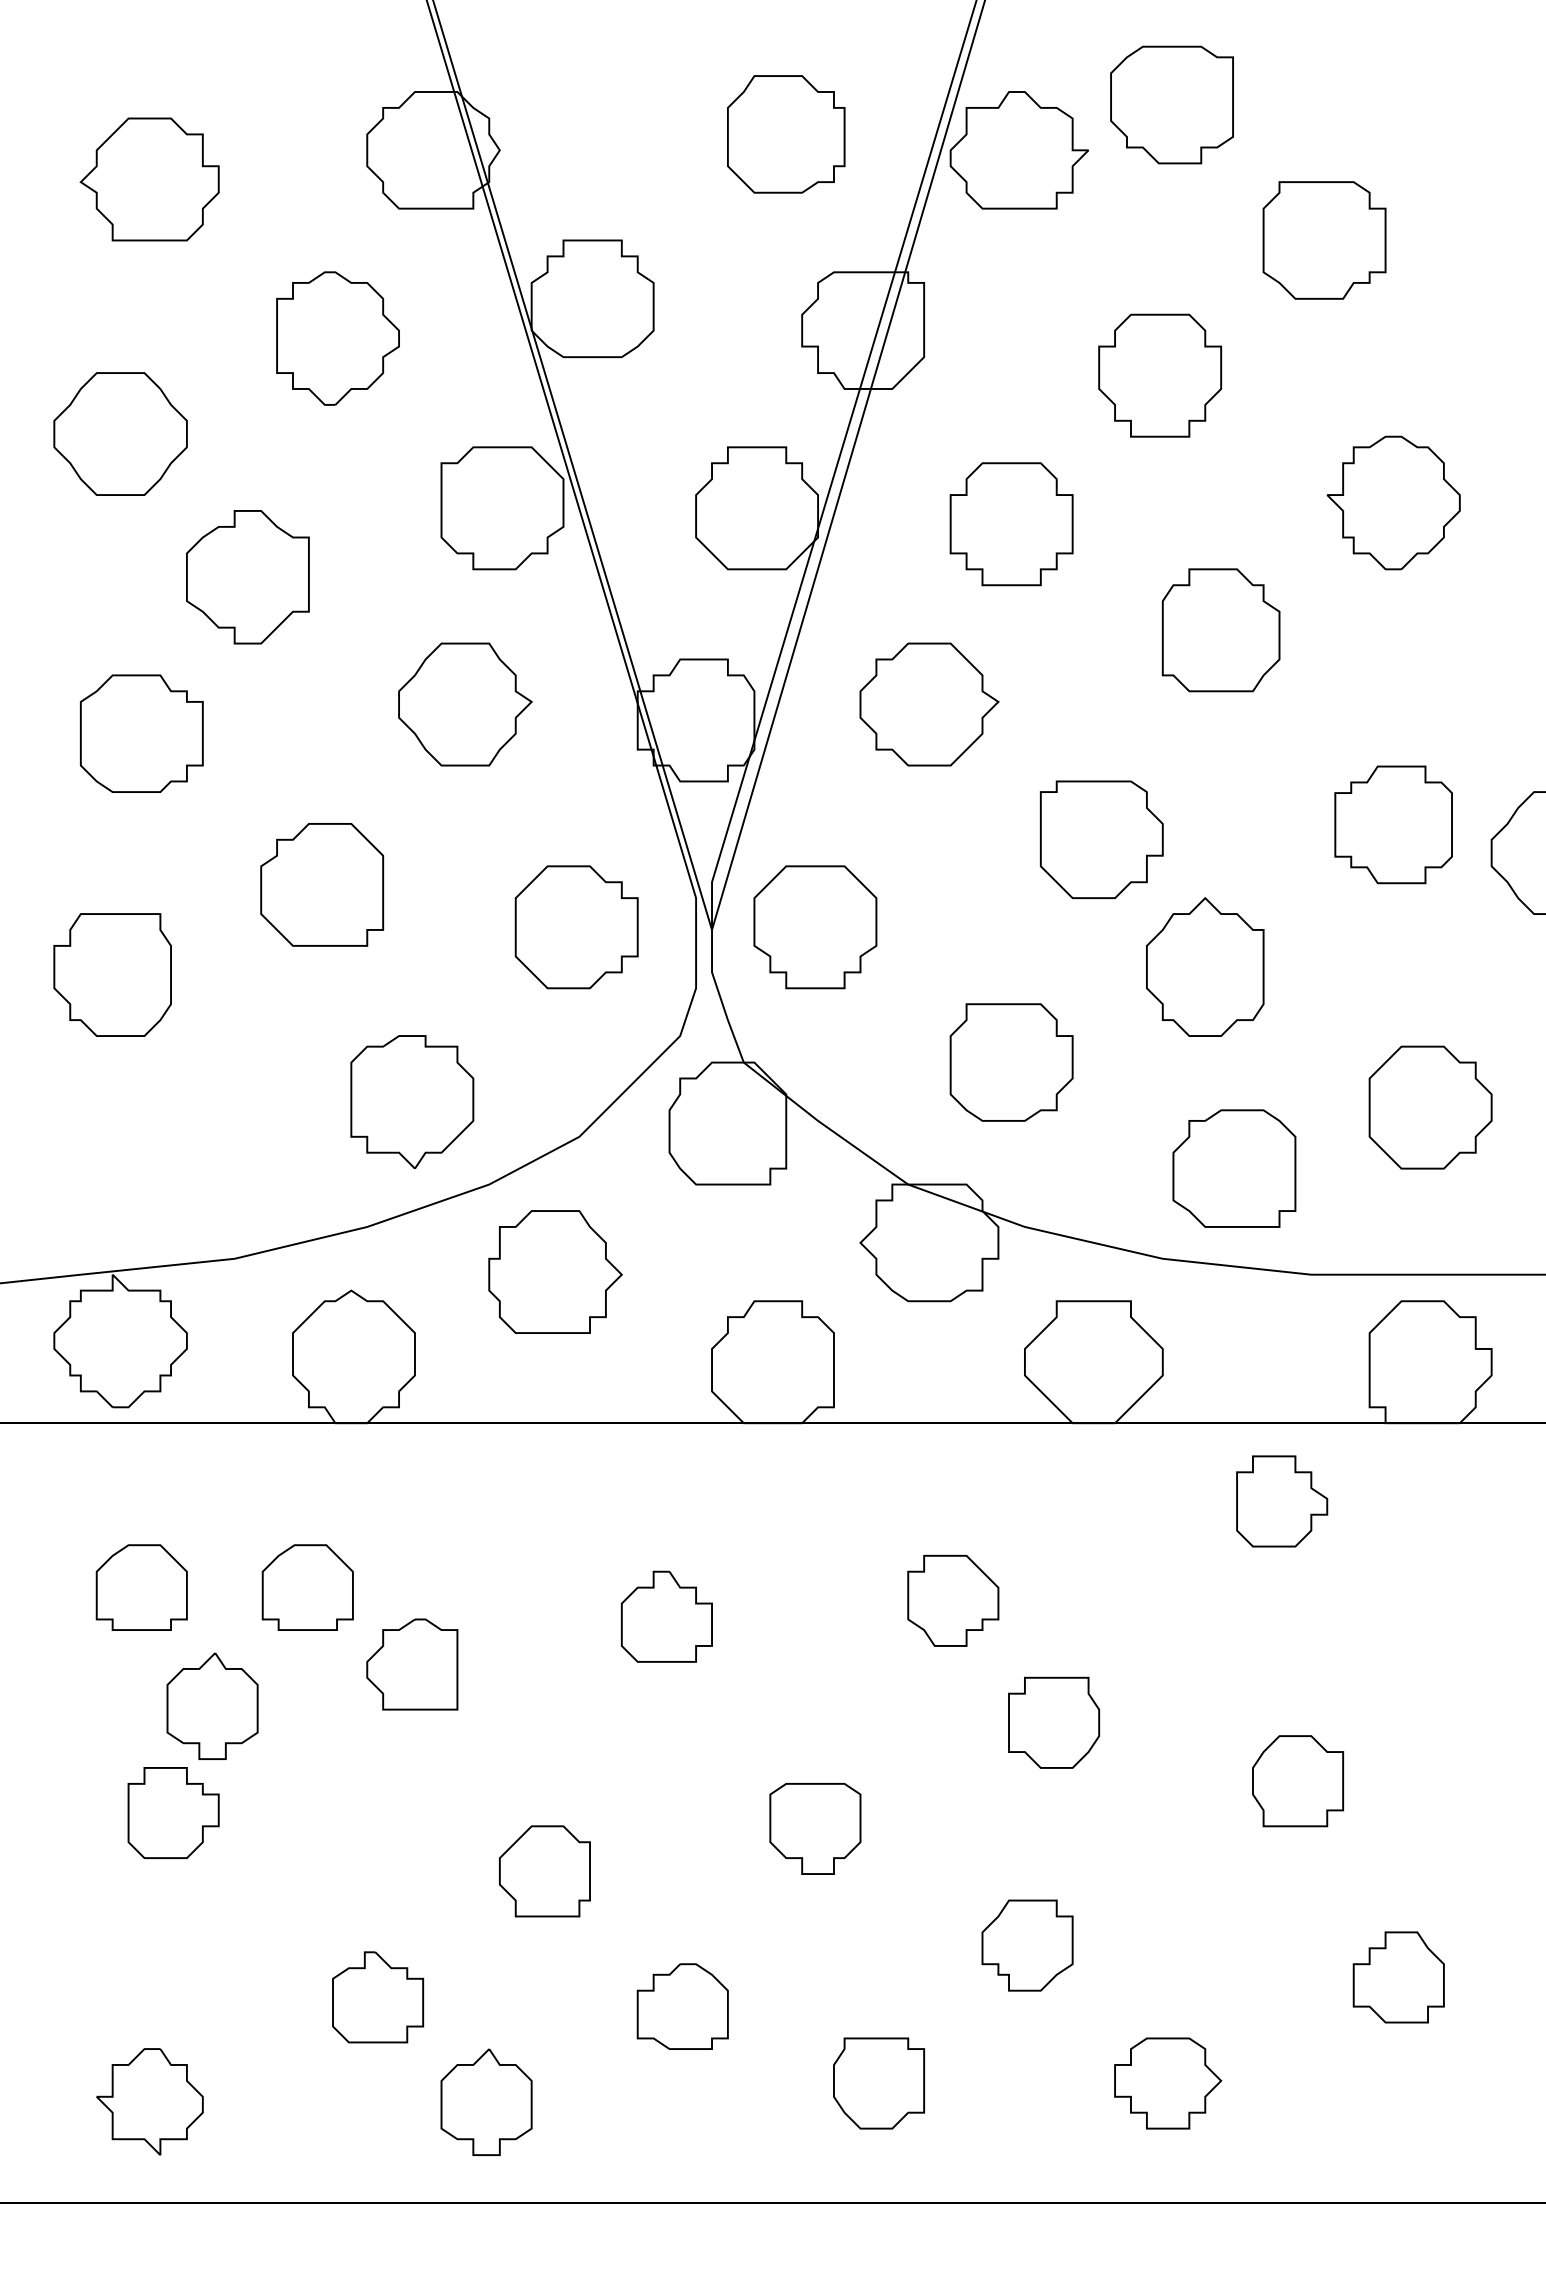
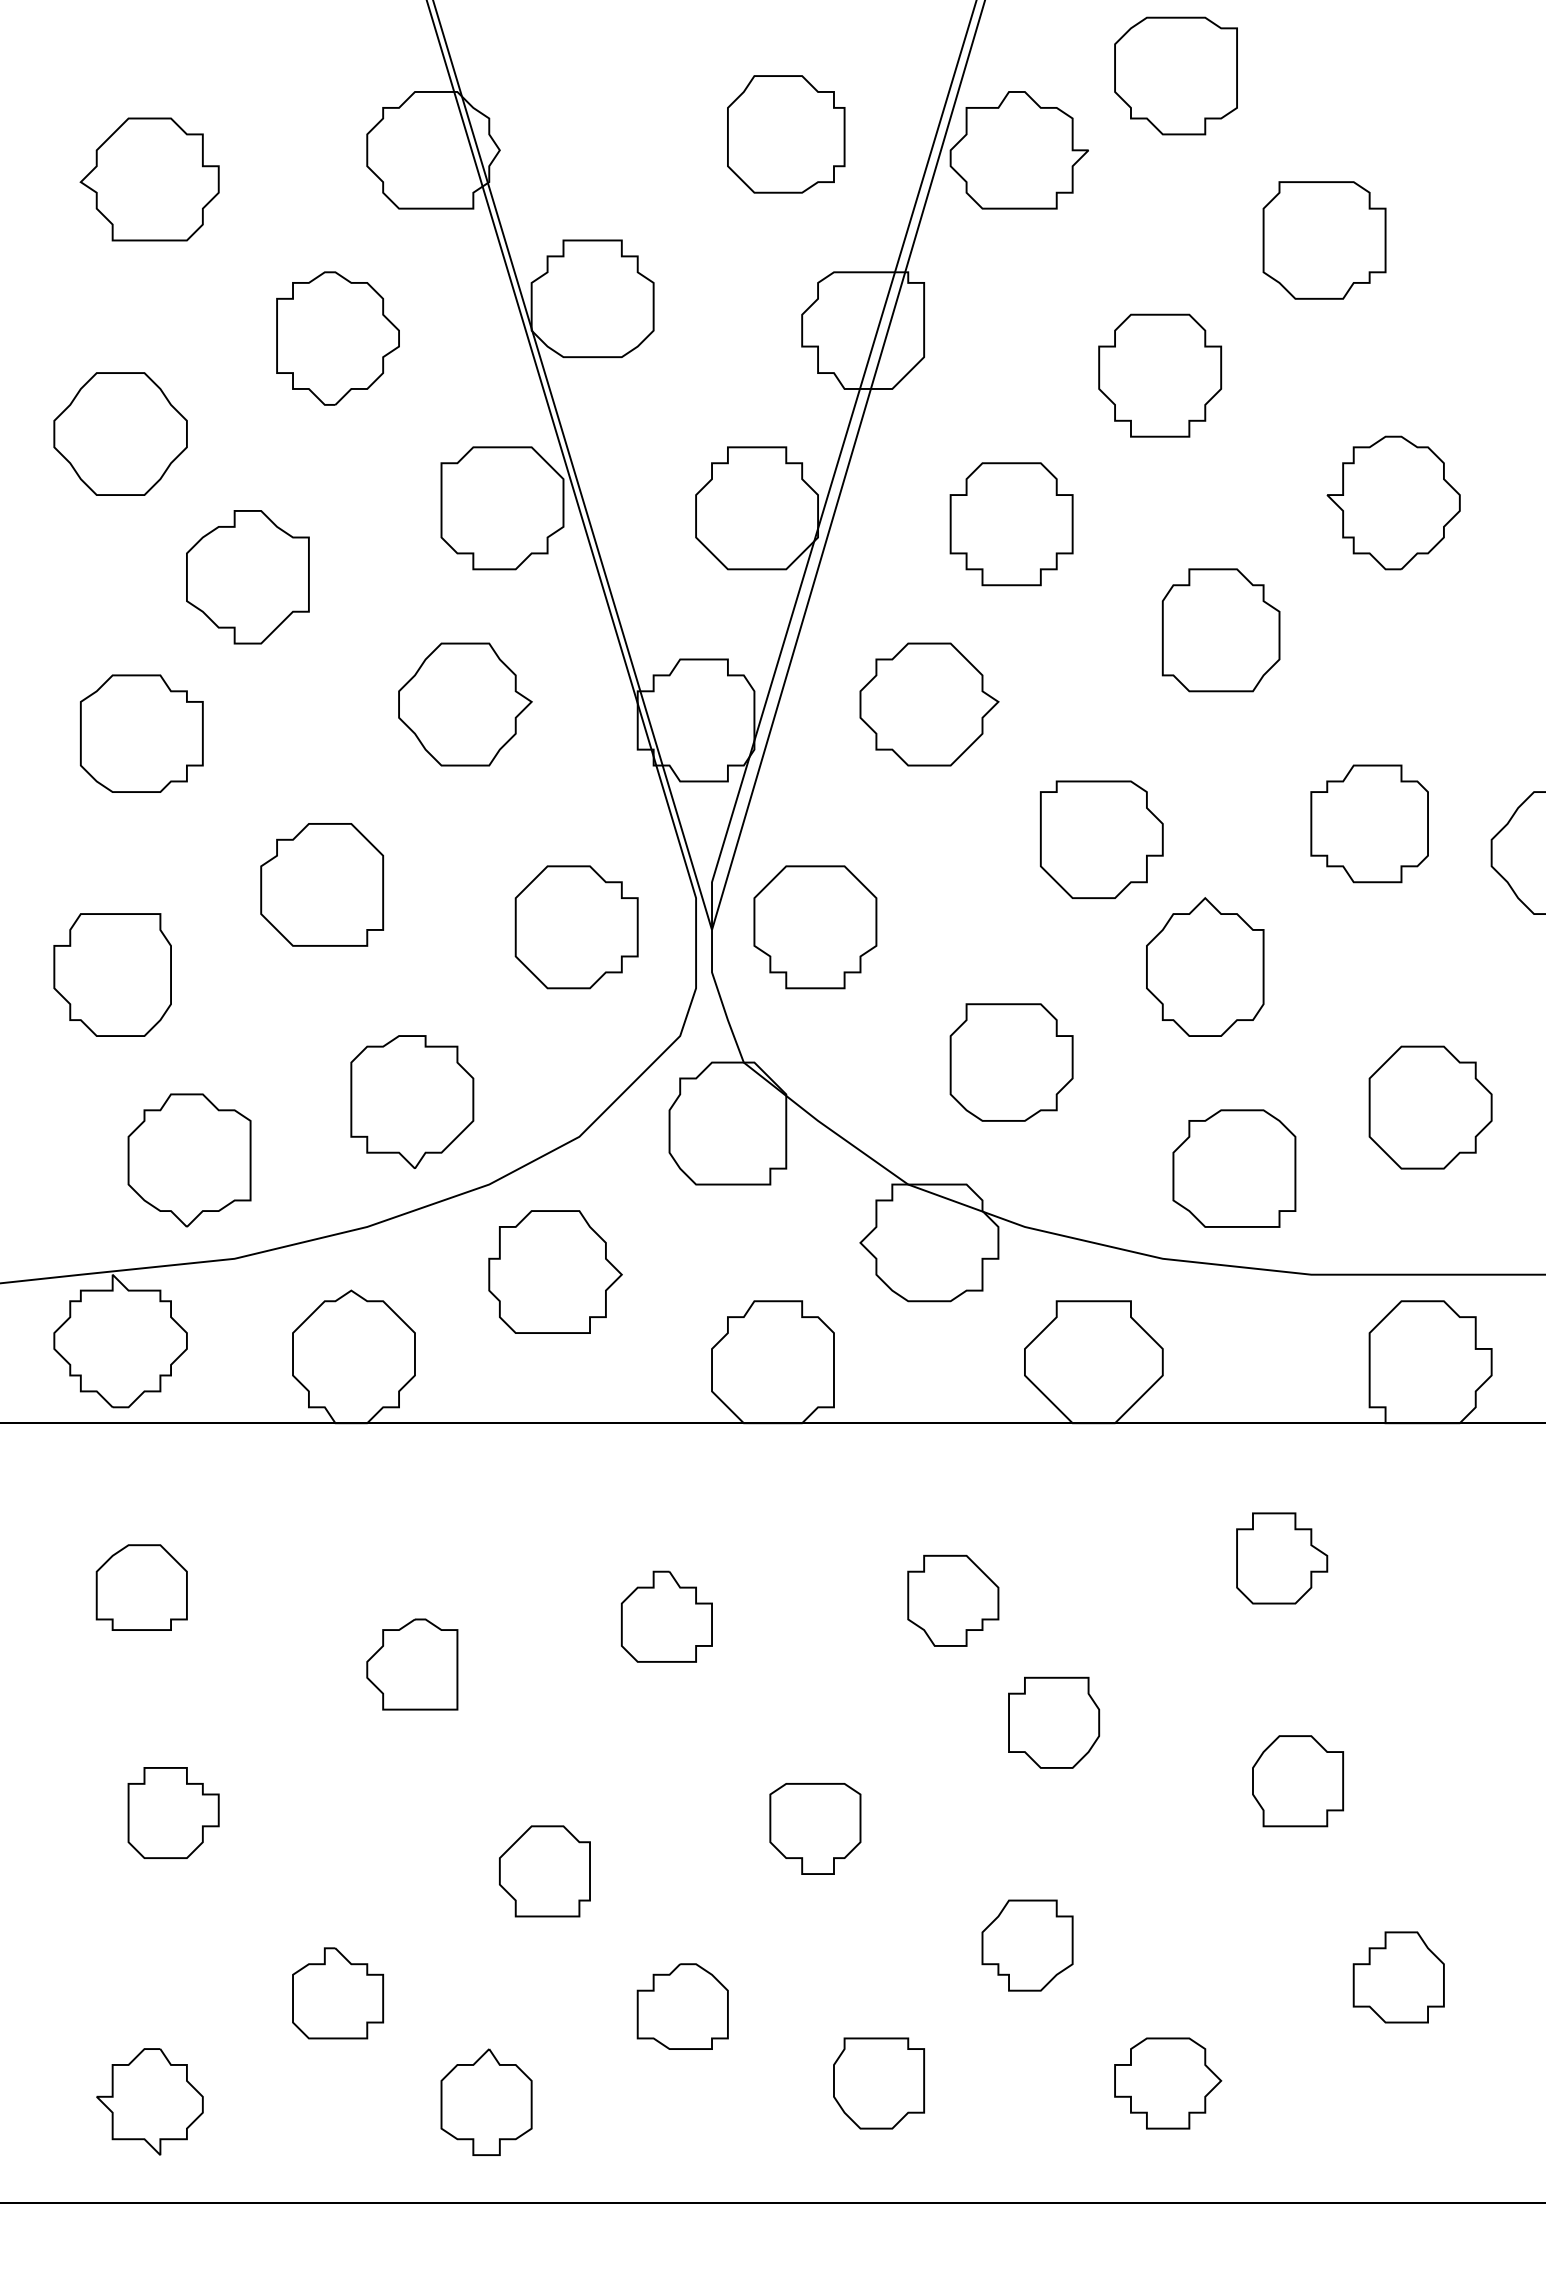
part at (1171, 104) position: (1171, 104) -> (1175, 75)
part at (1393, 824) position: (1393, 824) -> (1369, 823)
part at (189, 1160): none -> present
part at (1282, 1501) position: (1282, 1501) -> (1282, 1558)
part at (307, 1587): present -> none
part at (212, 1705): present -> none
part at (378, 1997) position: (378, 1997) -> (338, 1993)
